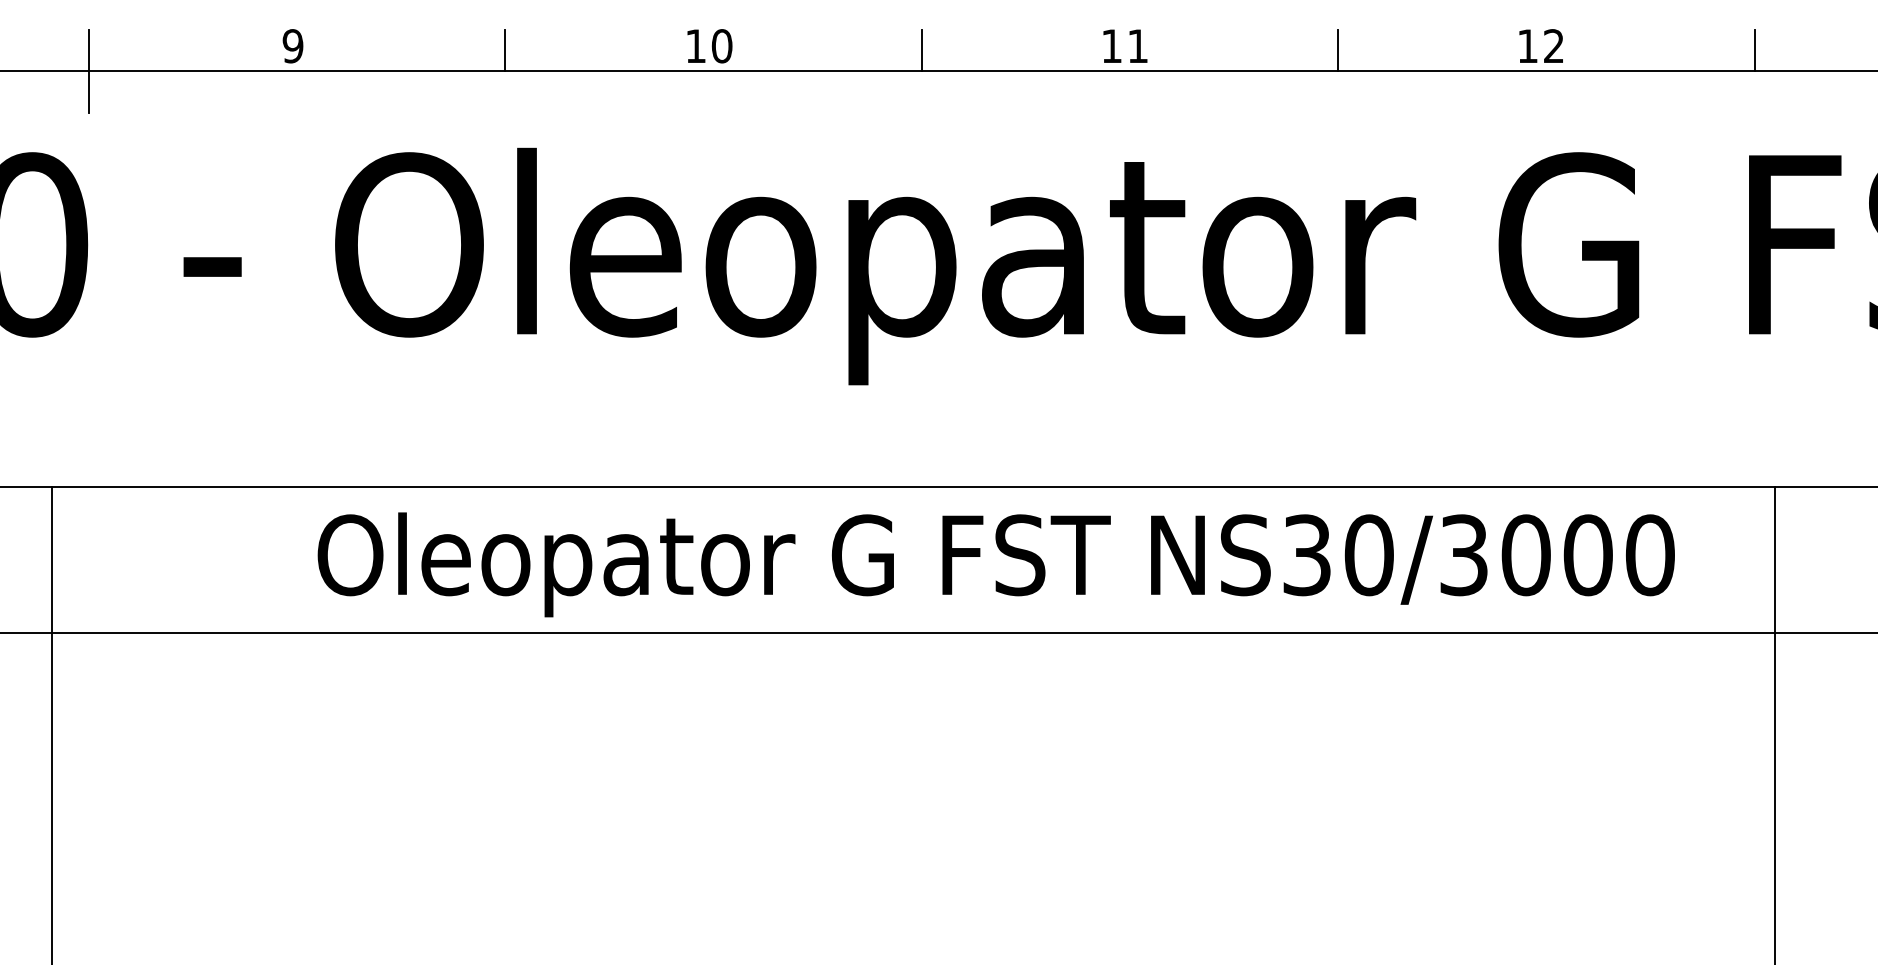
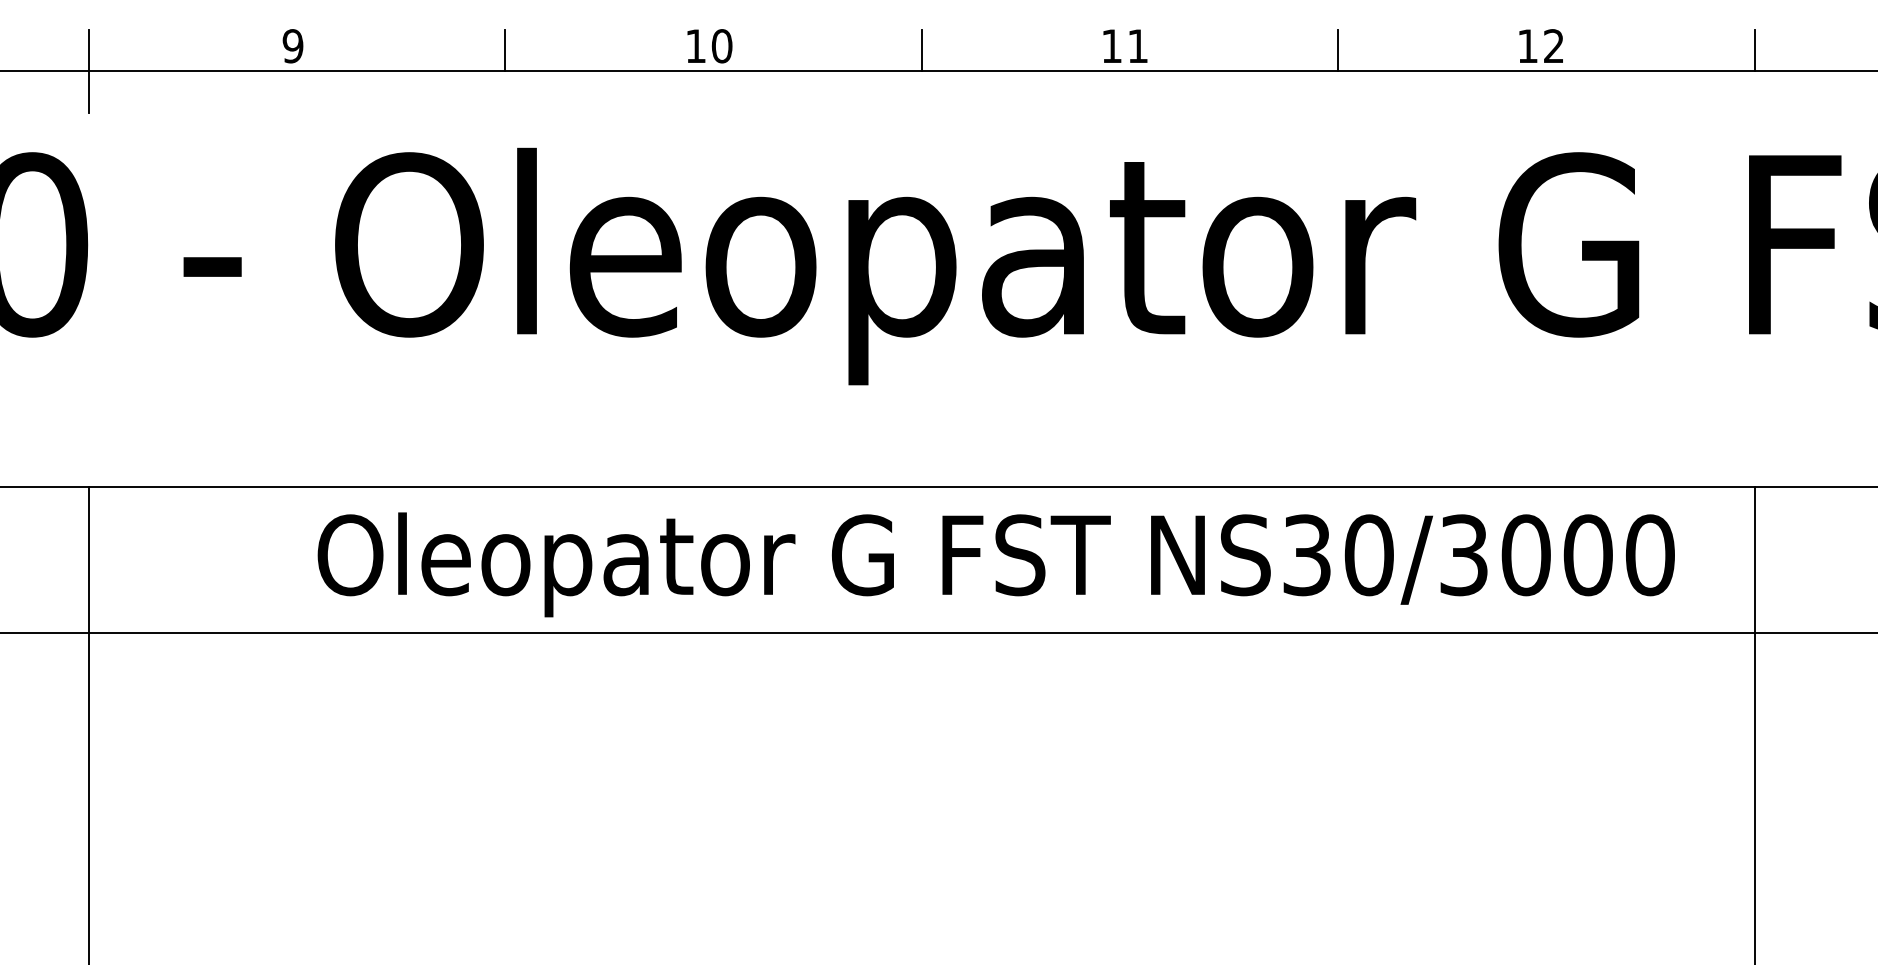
line at (51, 724) position: (51, 724) -> (88, 724)
line at (1774, 724) position: (1774, 724) -> (1754, 724)
